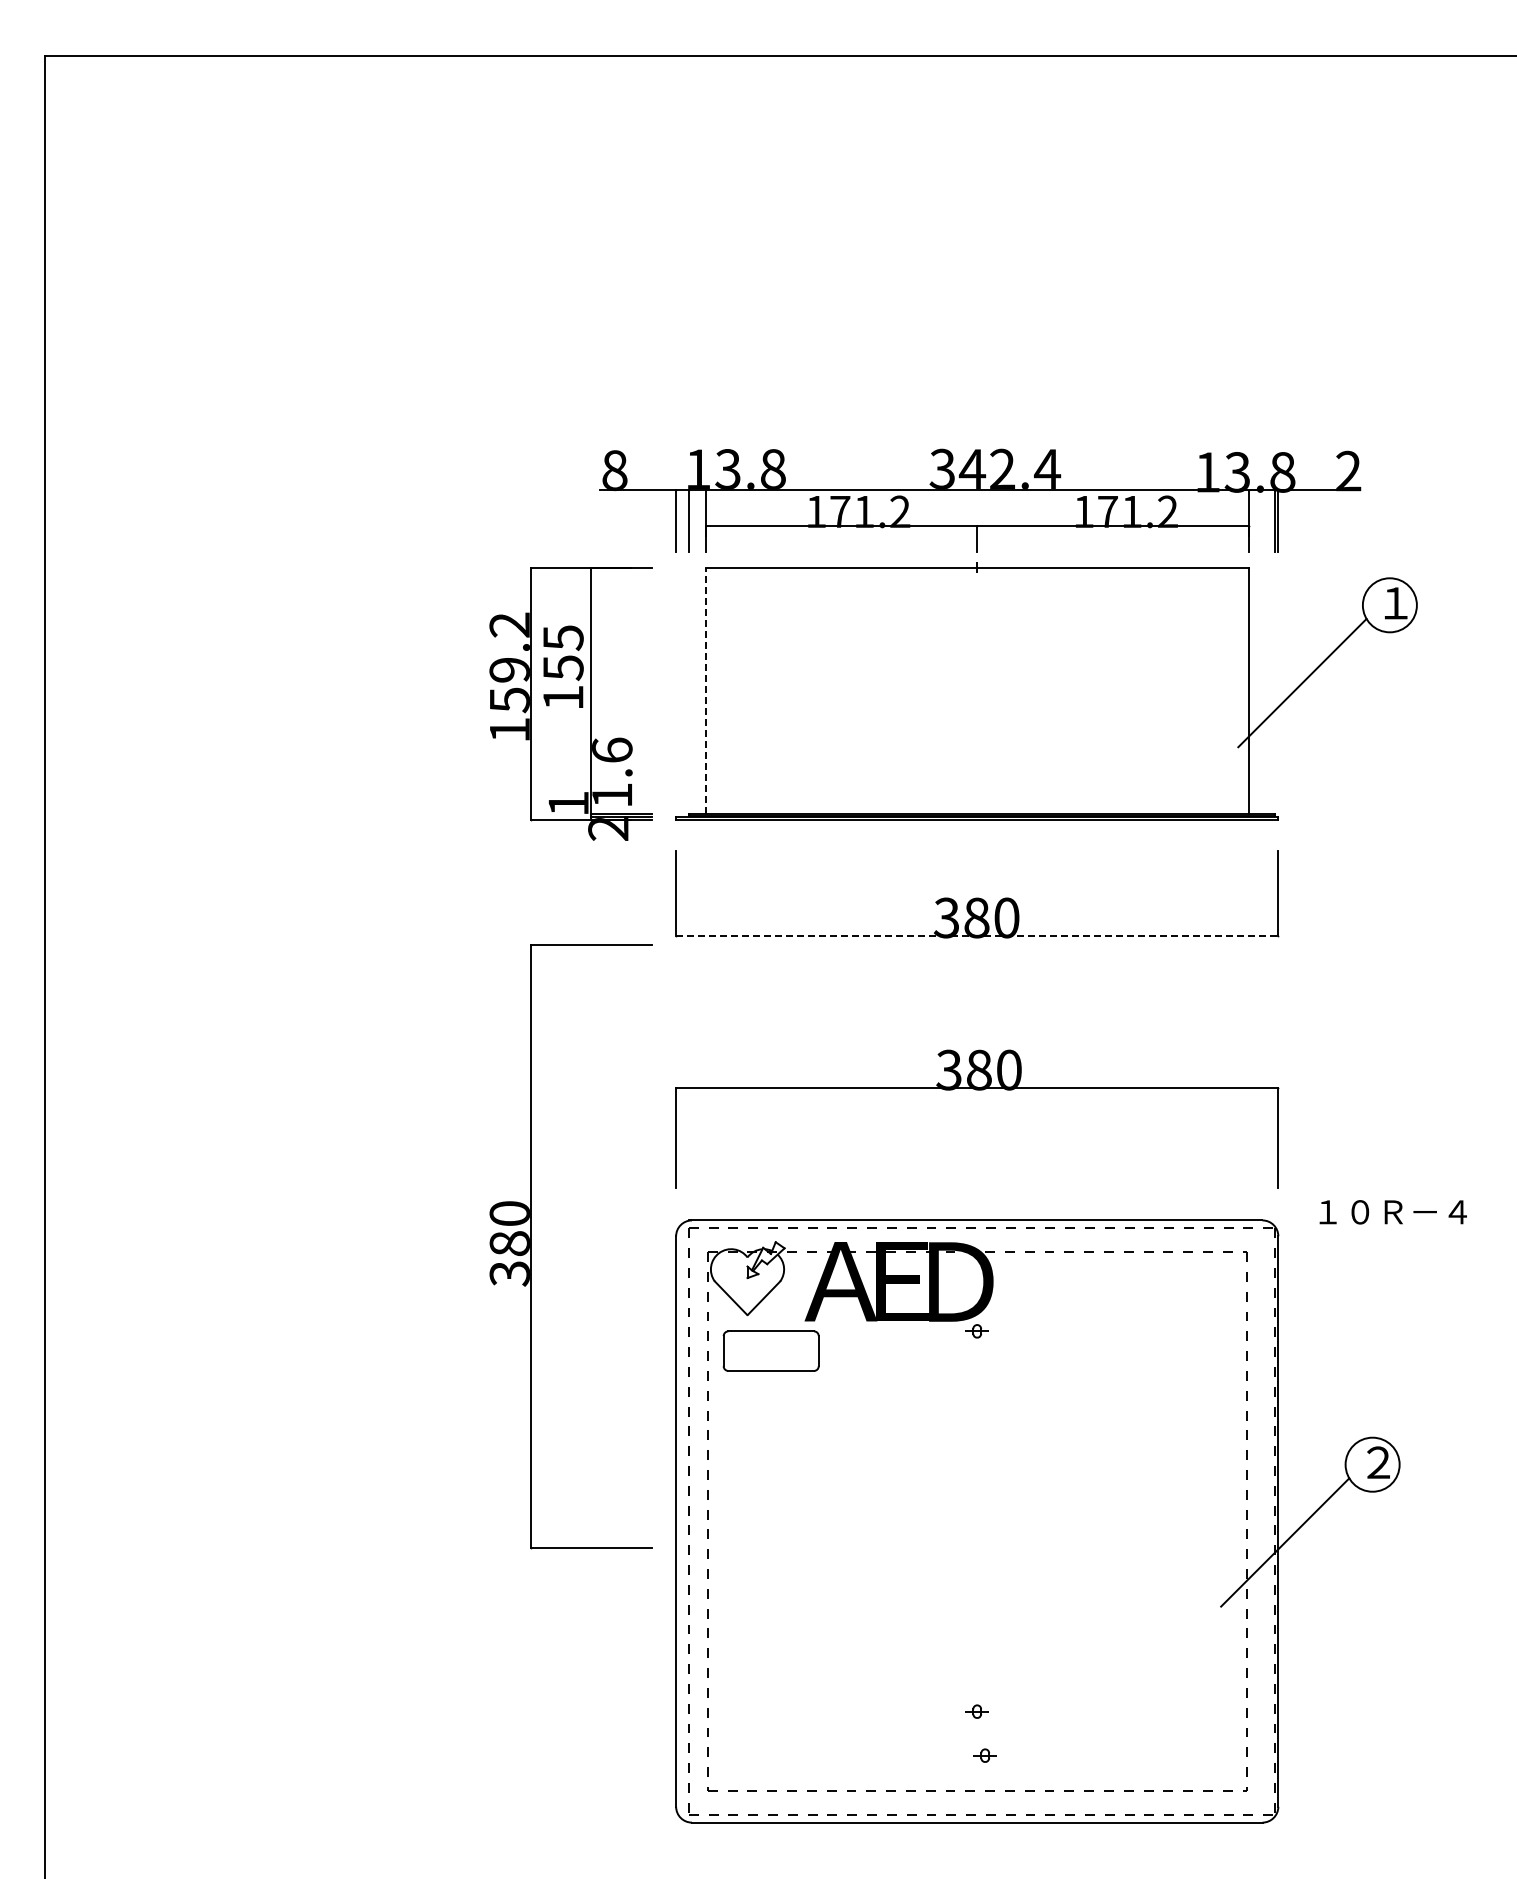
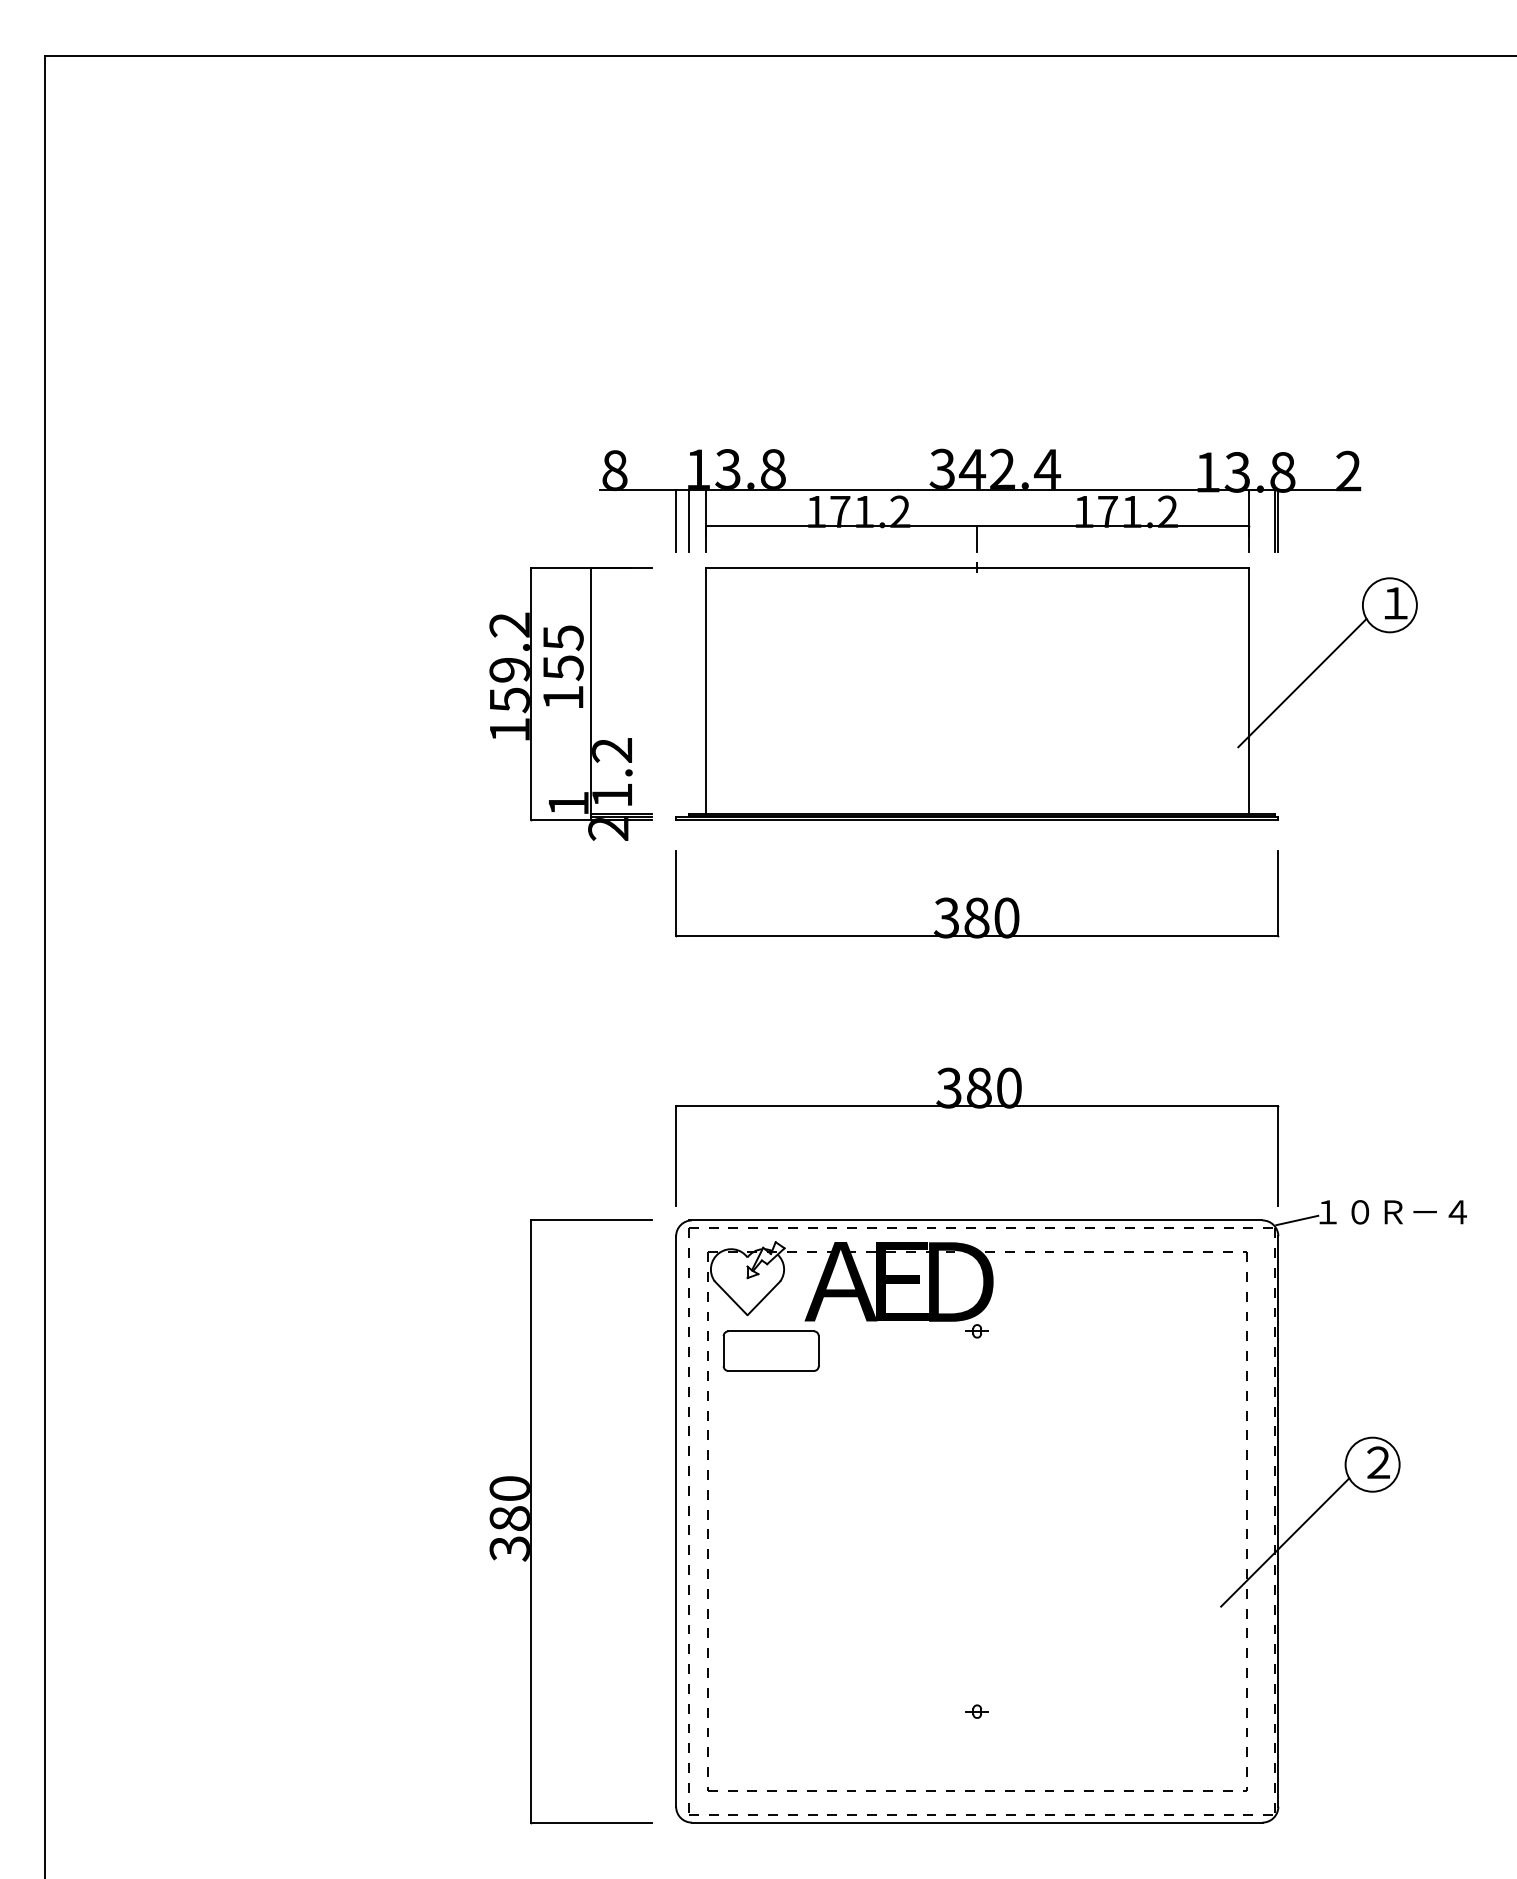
line at (705, 690): dashed -> solid
text at (612, 749): 1.6 -> 1.2
line at (977, 935): dashed -> solid
part at (977, 1090) position: (977, 1090) -> (977, 1108)
line at (1297, 1220): none -> present
part at (531, 1246) position: (531, 1246) -> (531, 1521)
part at (984, 1755): present -> none
